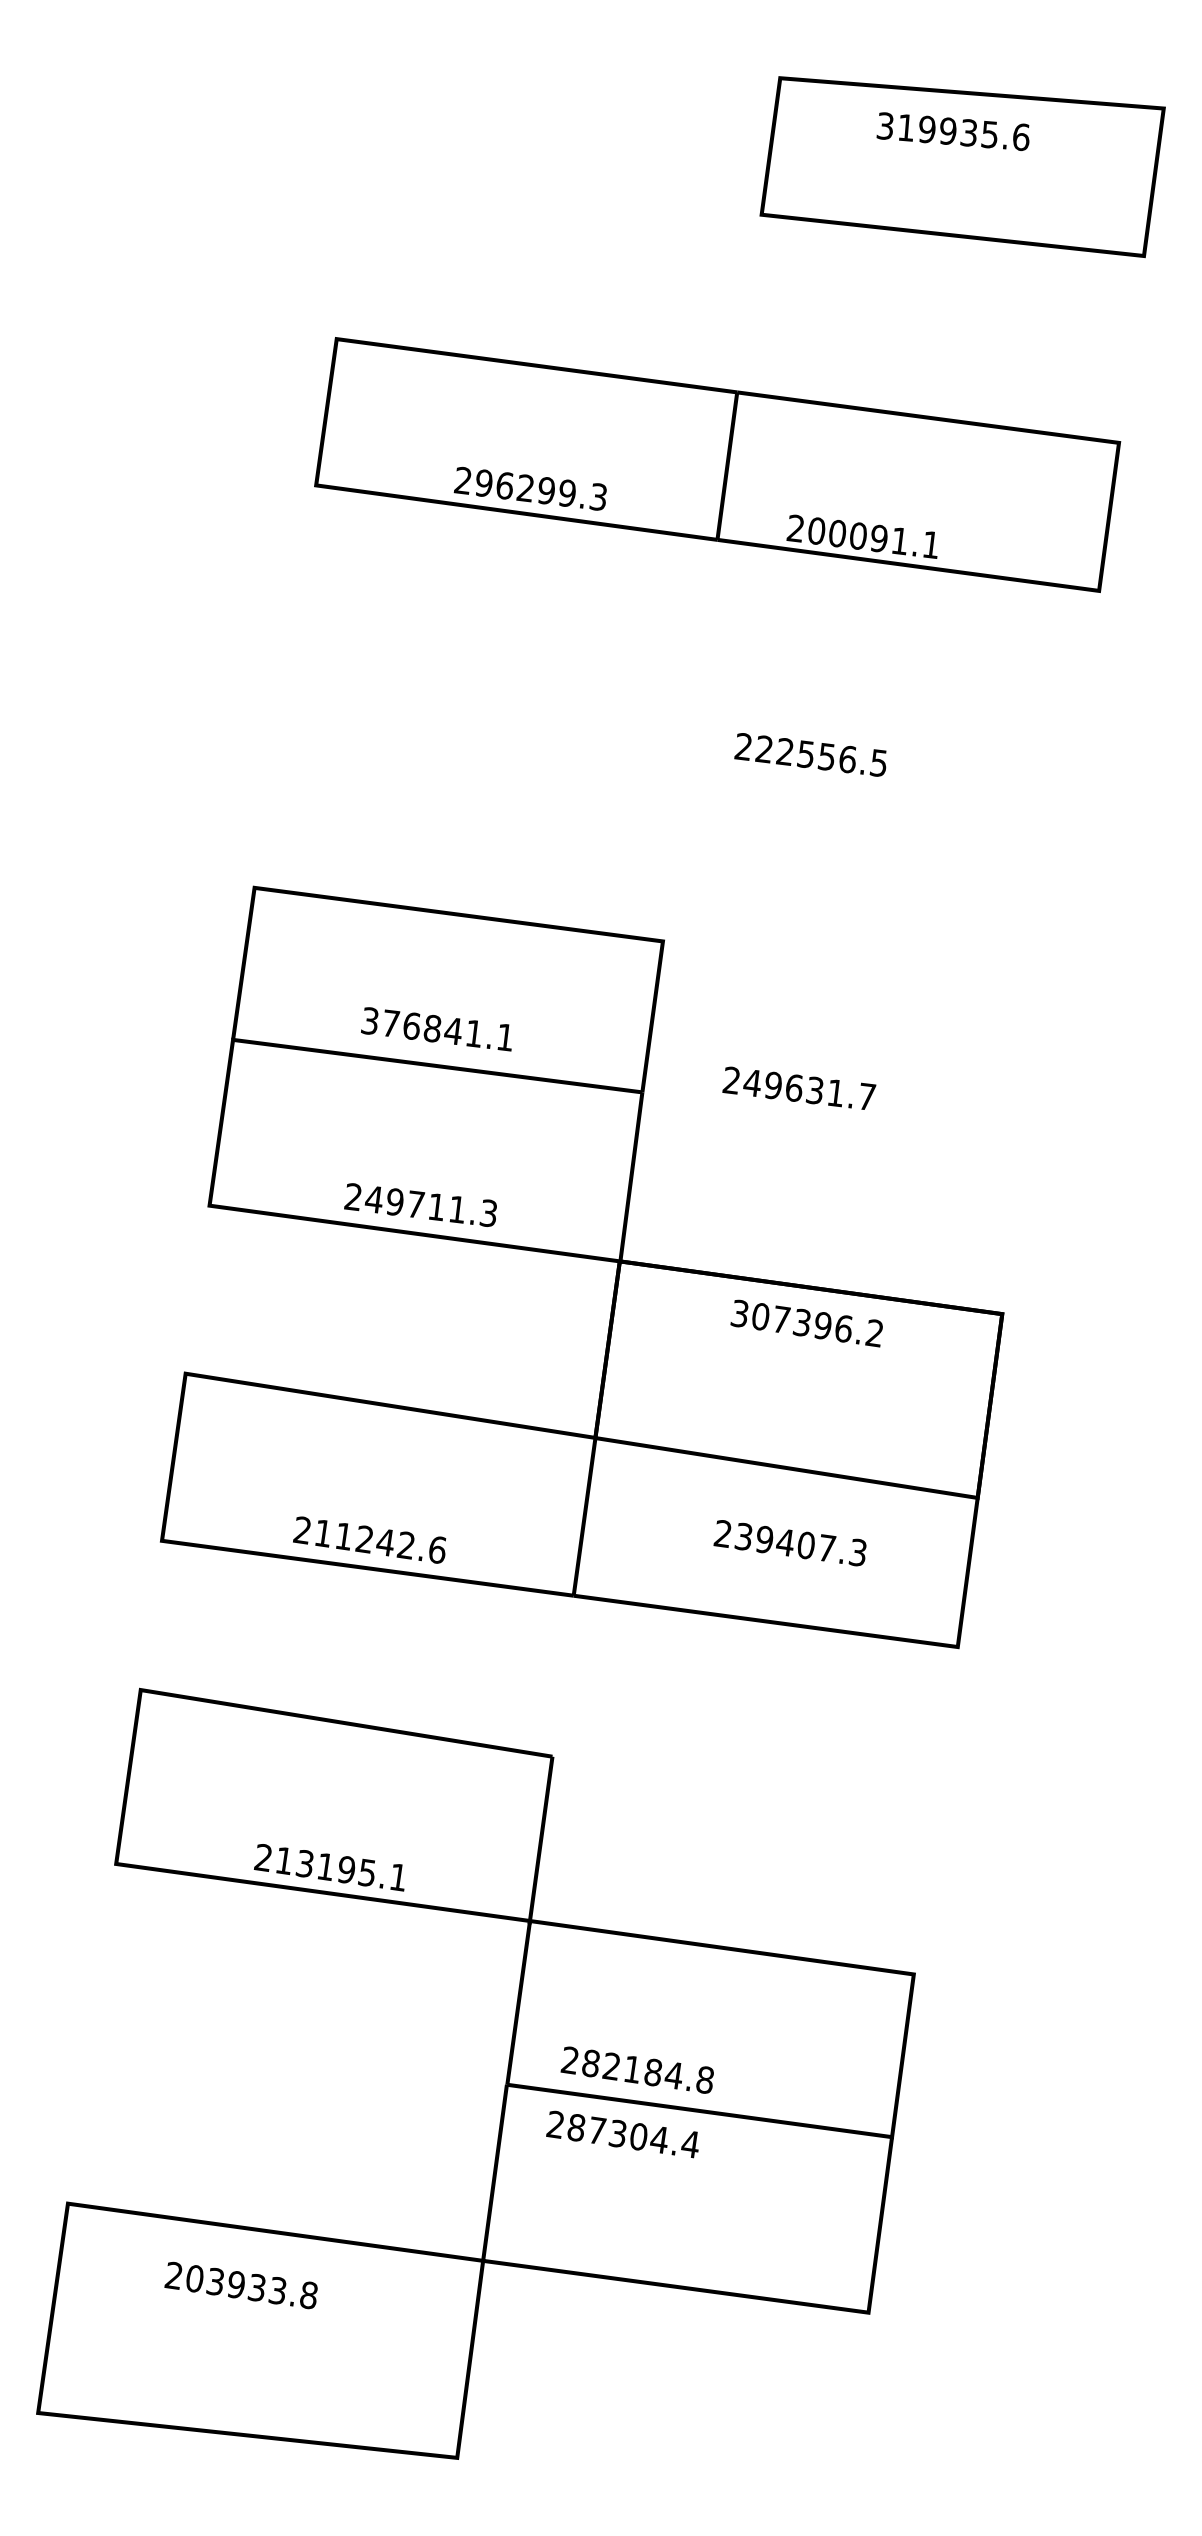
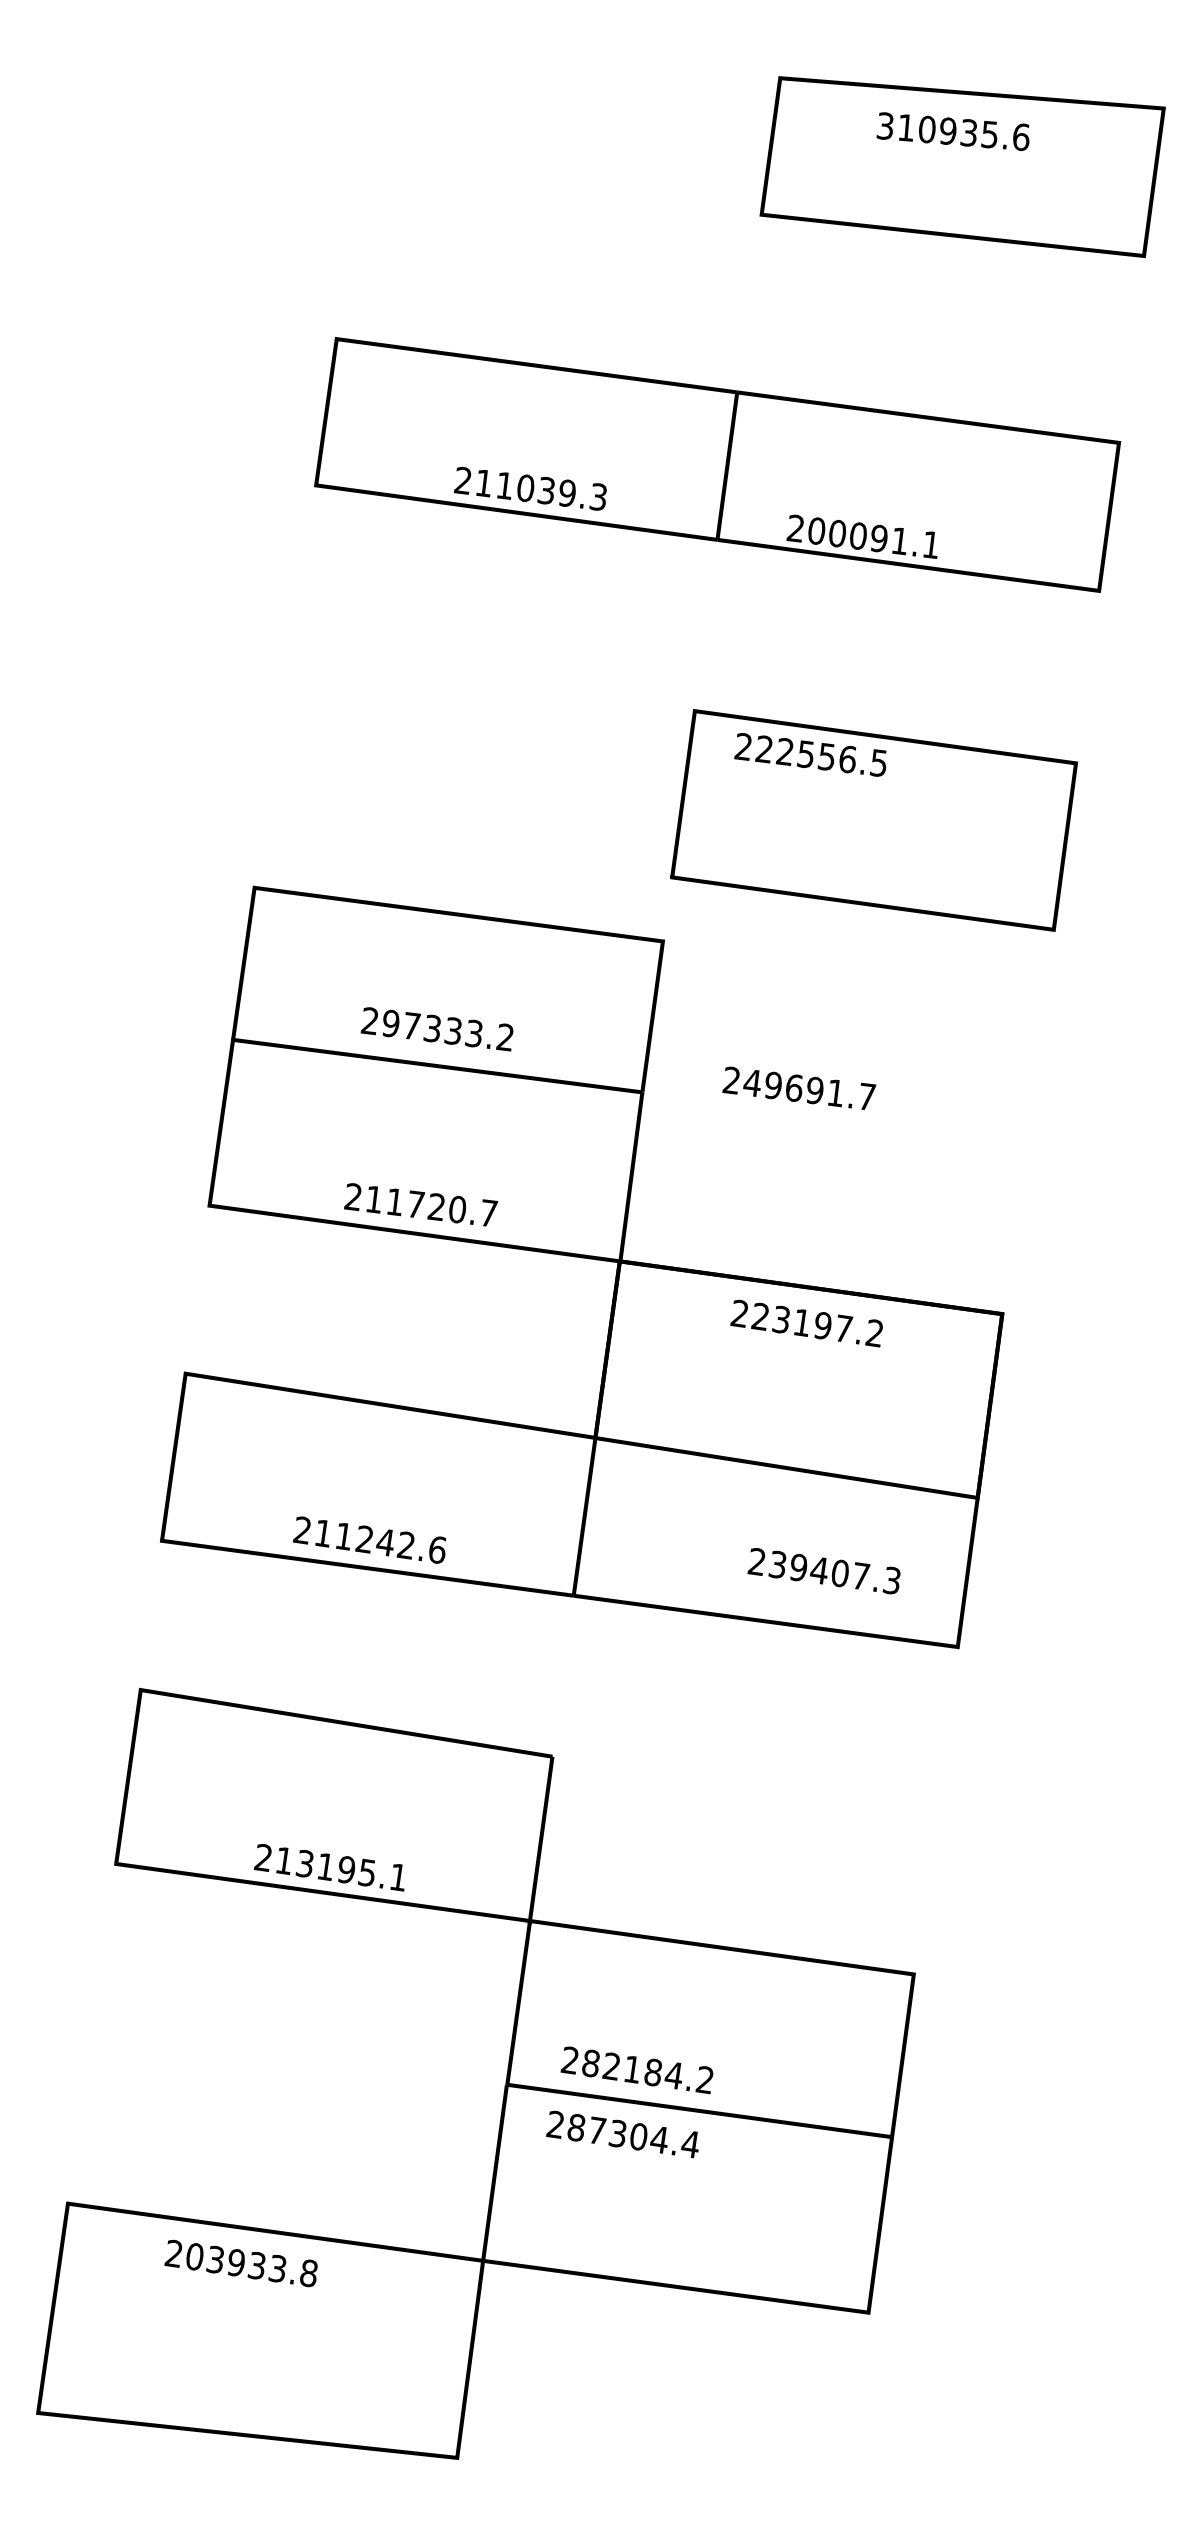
text at (927, 129): 319935.6 -> 310935.6
text at (515, 486): 296299.3 -> 211039.3
line at (884, 739): none -> present
text at (436, 1029): 376841.1 -> 297333.2
text at (814, 1090): 249631.7 -> 249691.7
text at (430, 1206): 249711.3 -> 211720.7
text at (791, 1321): 307396.2 -> 223197.2
text at (789, 1543) position: (789, 1543) -> (823, 1571)
text at (704, 2080): 282184.8 -> 282184.2
text at (240, 2285) position: (240, 2285) -> (240, 2263)
